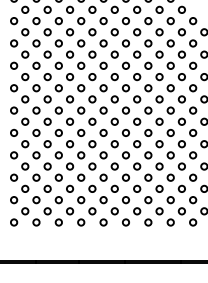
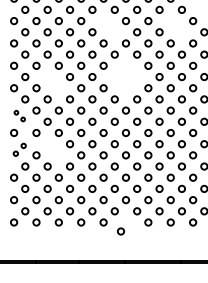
part at (108, 26): present -> none
part at (175, 26): present -> none
part at (125, 69): present -> none
part at (52, 82): present -> none
part at (19, 115) size: 20x20 px -> 13x13 px
part at (19, 149) size: 20x20 px -> 15x15 px
part at (52, 149): present -> none
circle at (125, 222) position: (125, 222) -> (120, 231)
